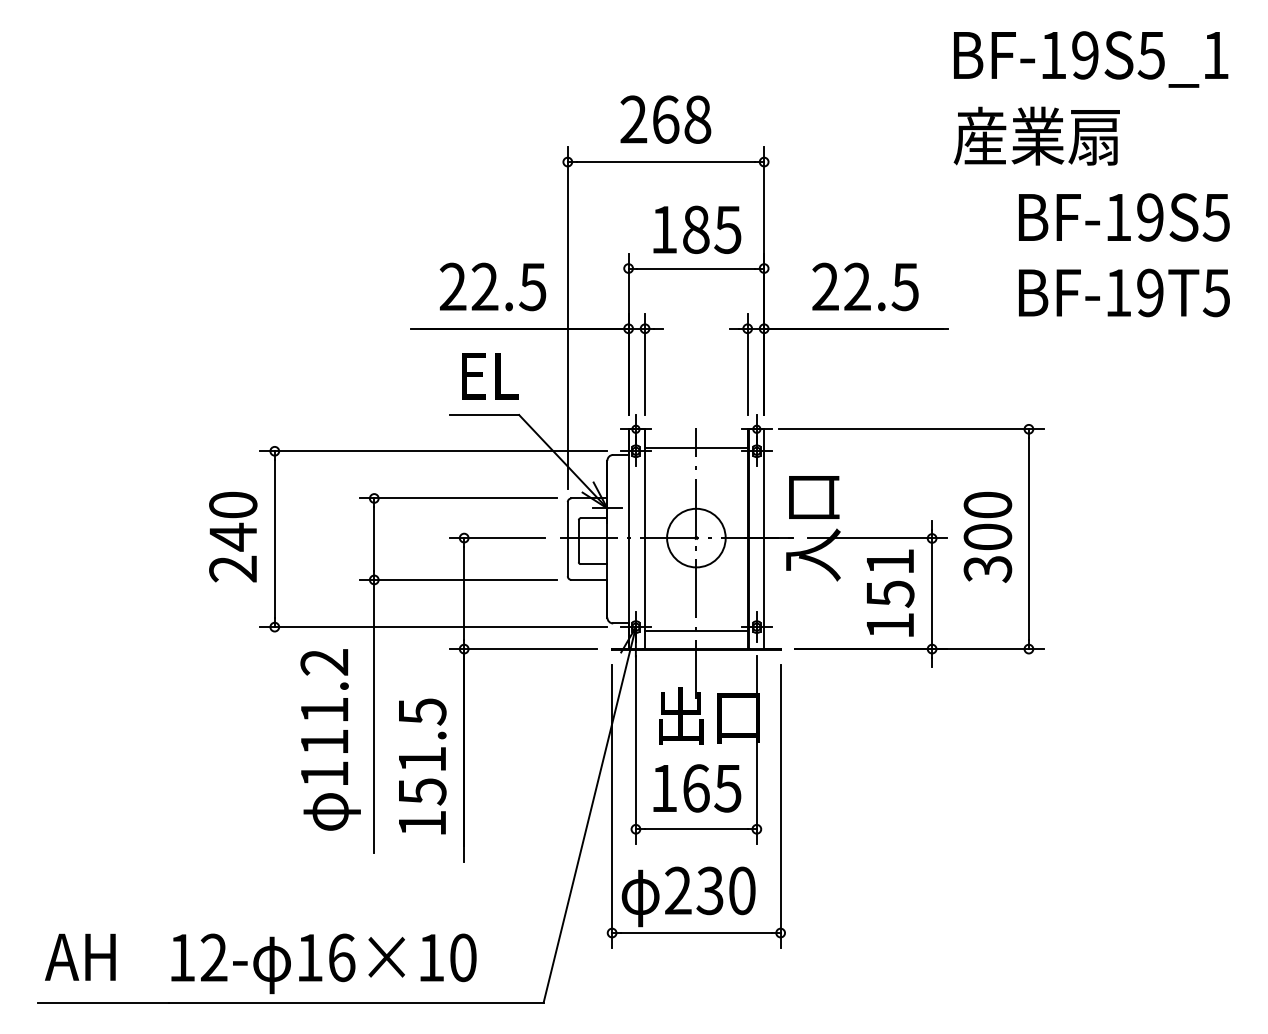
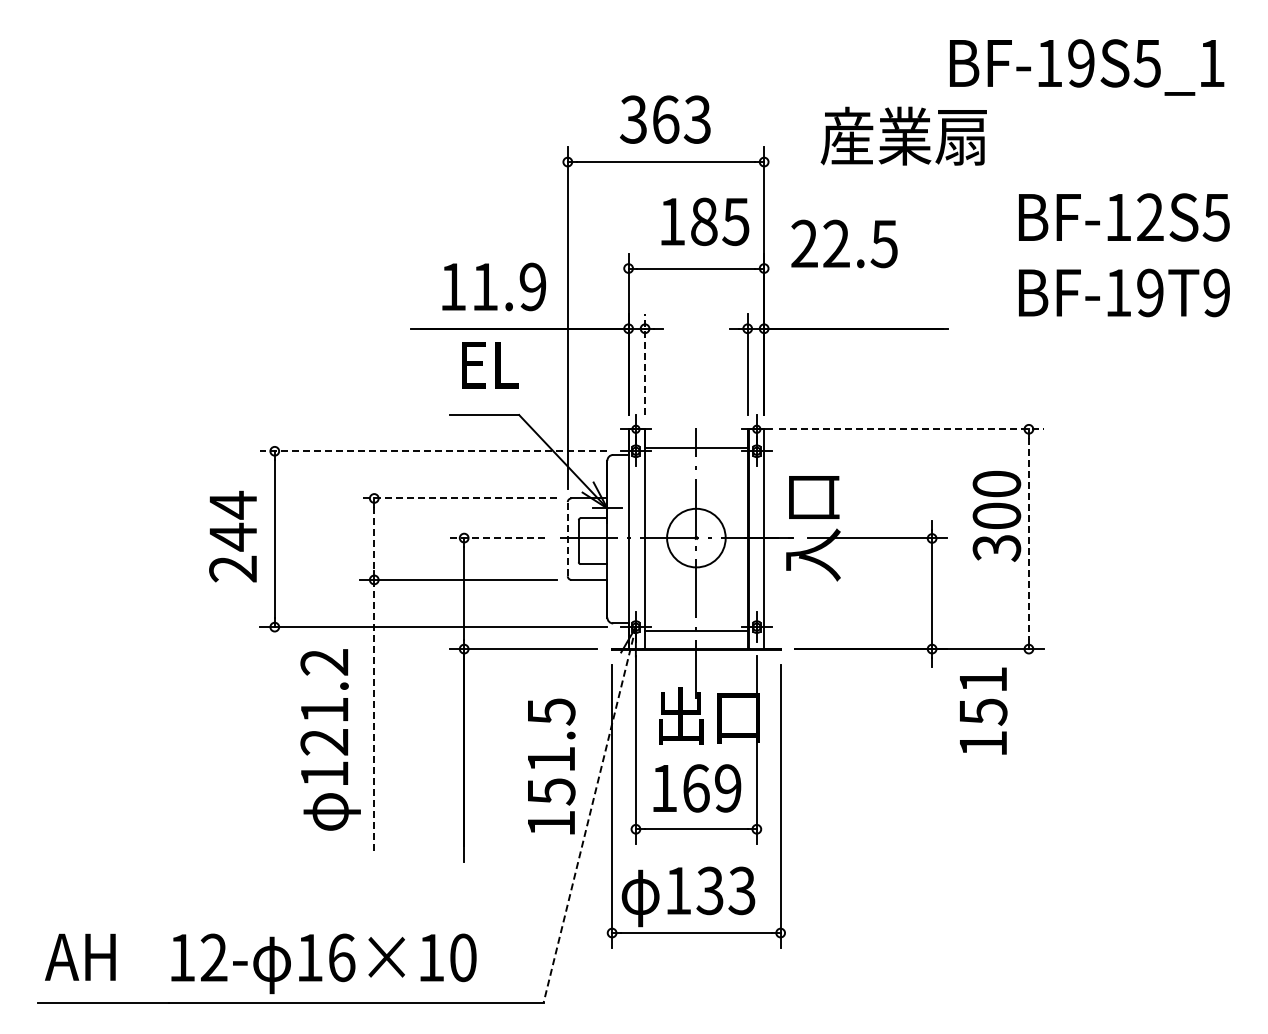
text at (1091, 59) position: (1091, 59) -> (1087, 67)
text at (665, 119): 268 -> 363
text at (1036, 135) position: (1036, 135) -> (903, 135)
text at (1150, 217): BF-19S5 -> BF-12S5
text at (697, 229) position: (697, 229) -> (705, 221)
text at (492, 286): 22.5 -> 11.9
text at (865, 286) position: (865, 286) -> (844, 243)
text at (1216, 292): BF-19T5 -> BF-19T9
line at (645, 363): solid -> dashed
text at (490, 376) position: (490, 376) -> (490, 365)
line at (911, 429): solid -> dashed
line at (432, 451): solid -> dashed
line at (458, 498): solid -> dashed
text at (233, 504): 240 -> 244
text at (987, 537) position: (987, 537) -> (996, 516)
line at (497, 538): solid -> dashed
line at (567, 538): solid -> dashed
line at (374, 539): solid -> dashed
line at (1028, 539): solid -> dashed
text at (890, 592) position: (890, 592) -> (983, 710)
line at (374, 716): solid -> dashed
text at (324, 742): 111.2 -> 121.2
text at (422, 766) position: (422, 766) -> (551, 766)
text at (727, 788): 165 -> 169
line at (589, 815): solid -> dashed
text at (710, 890): 230 -> 133
